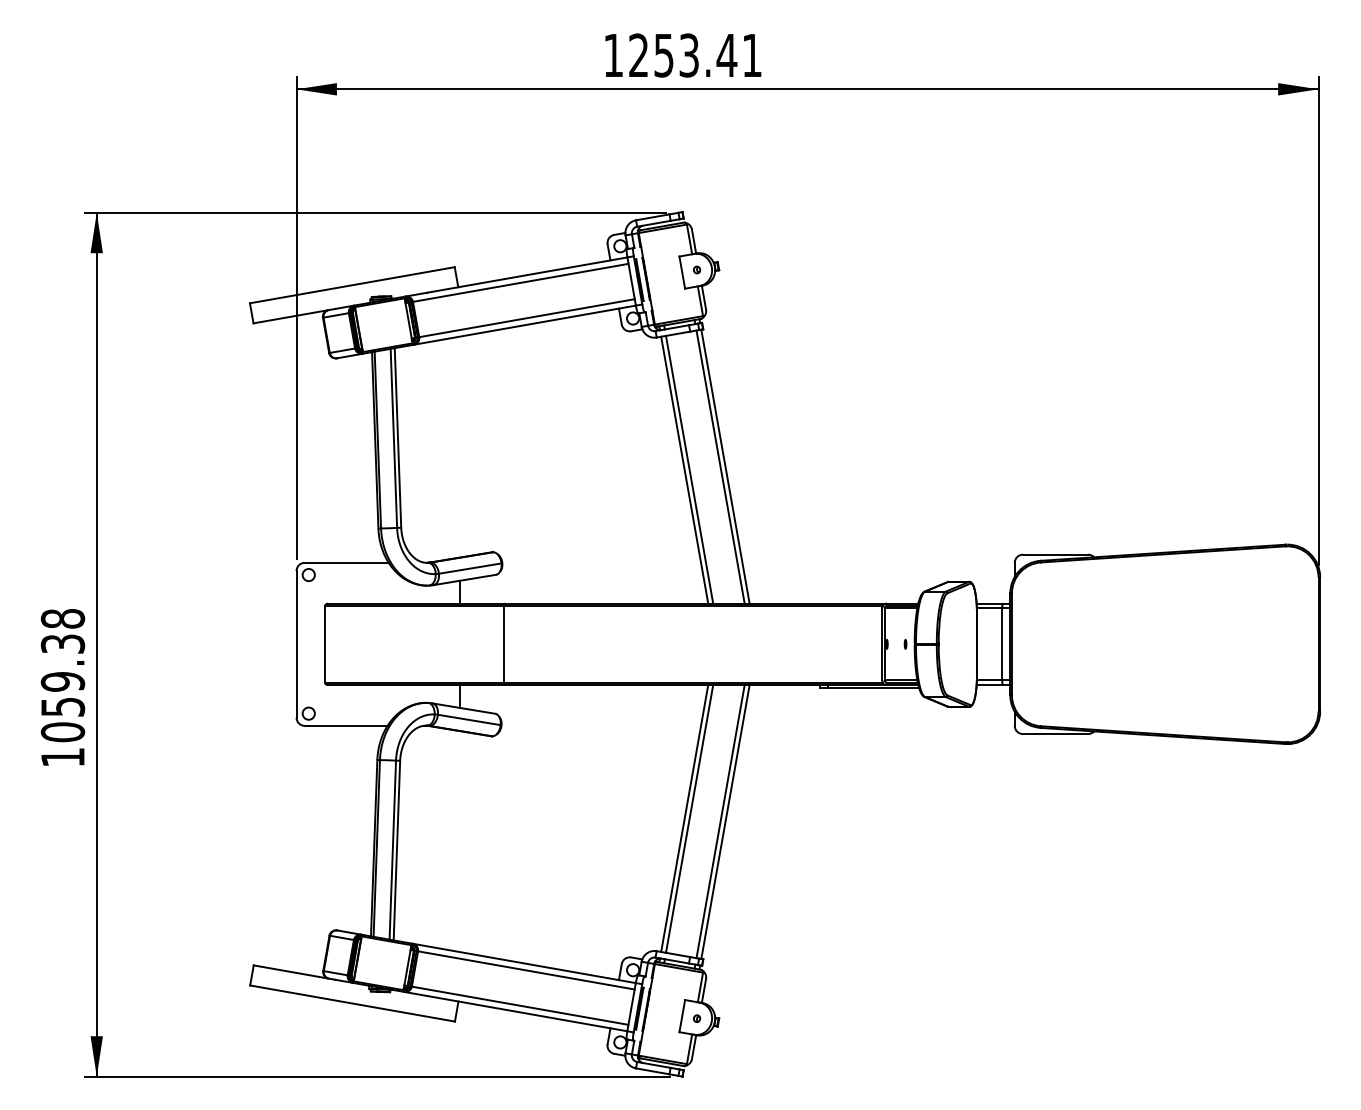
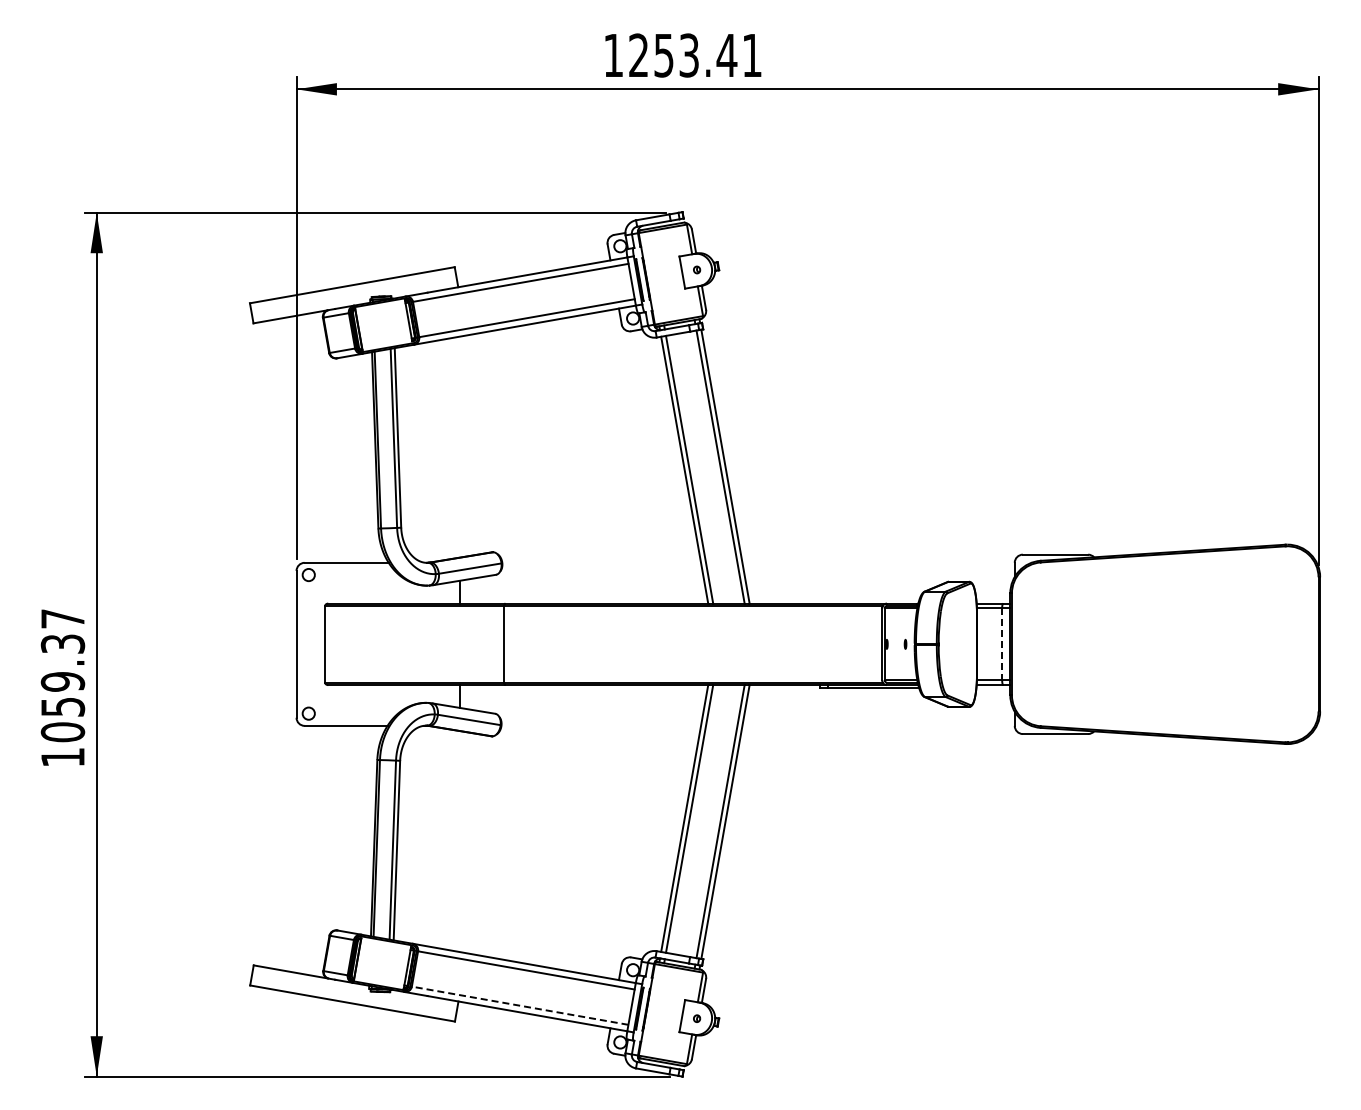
text at (62, 618): 1059.38 -> 1059.37
line at (1002, 644): solid -> dashed
line at (520, 1005): solid -> dashed
